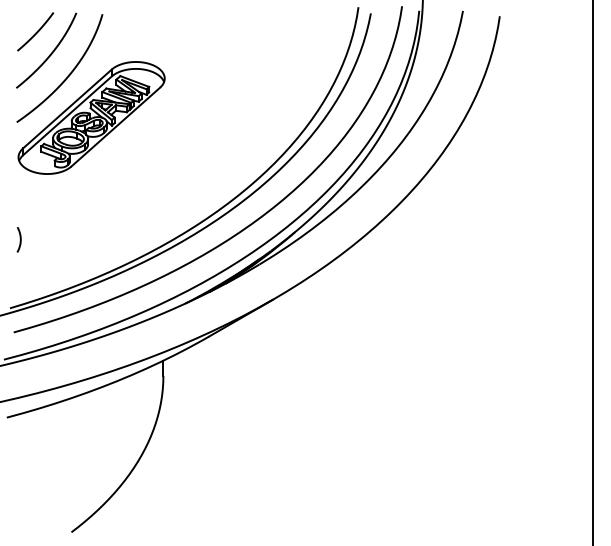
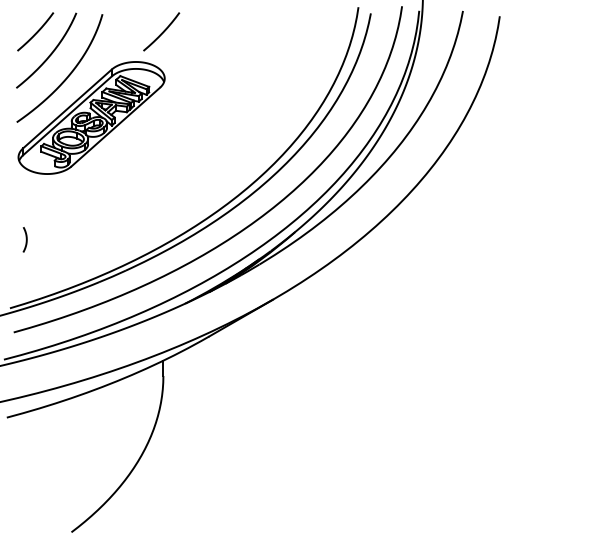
curve at (162, 31): none -> present
curve at (19, 238) position: (19, 238) -> (25, 238)
line at (592, 272): present -> none
